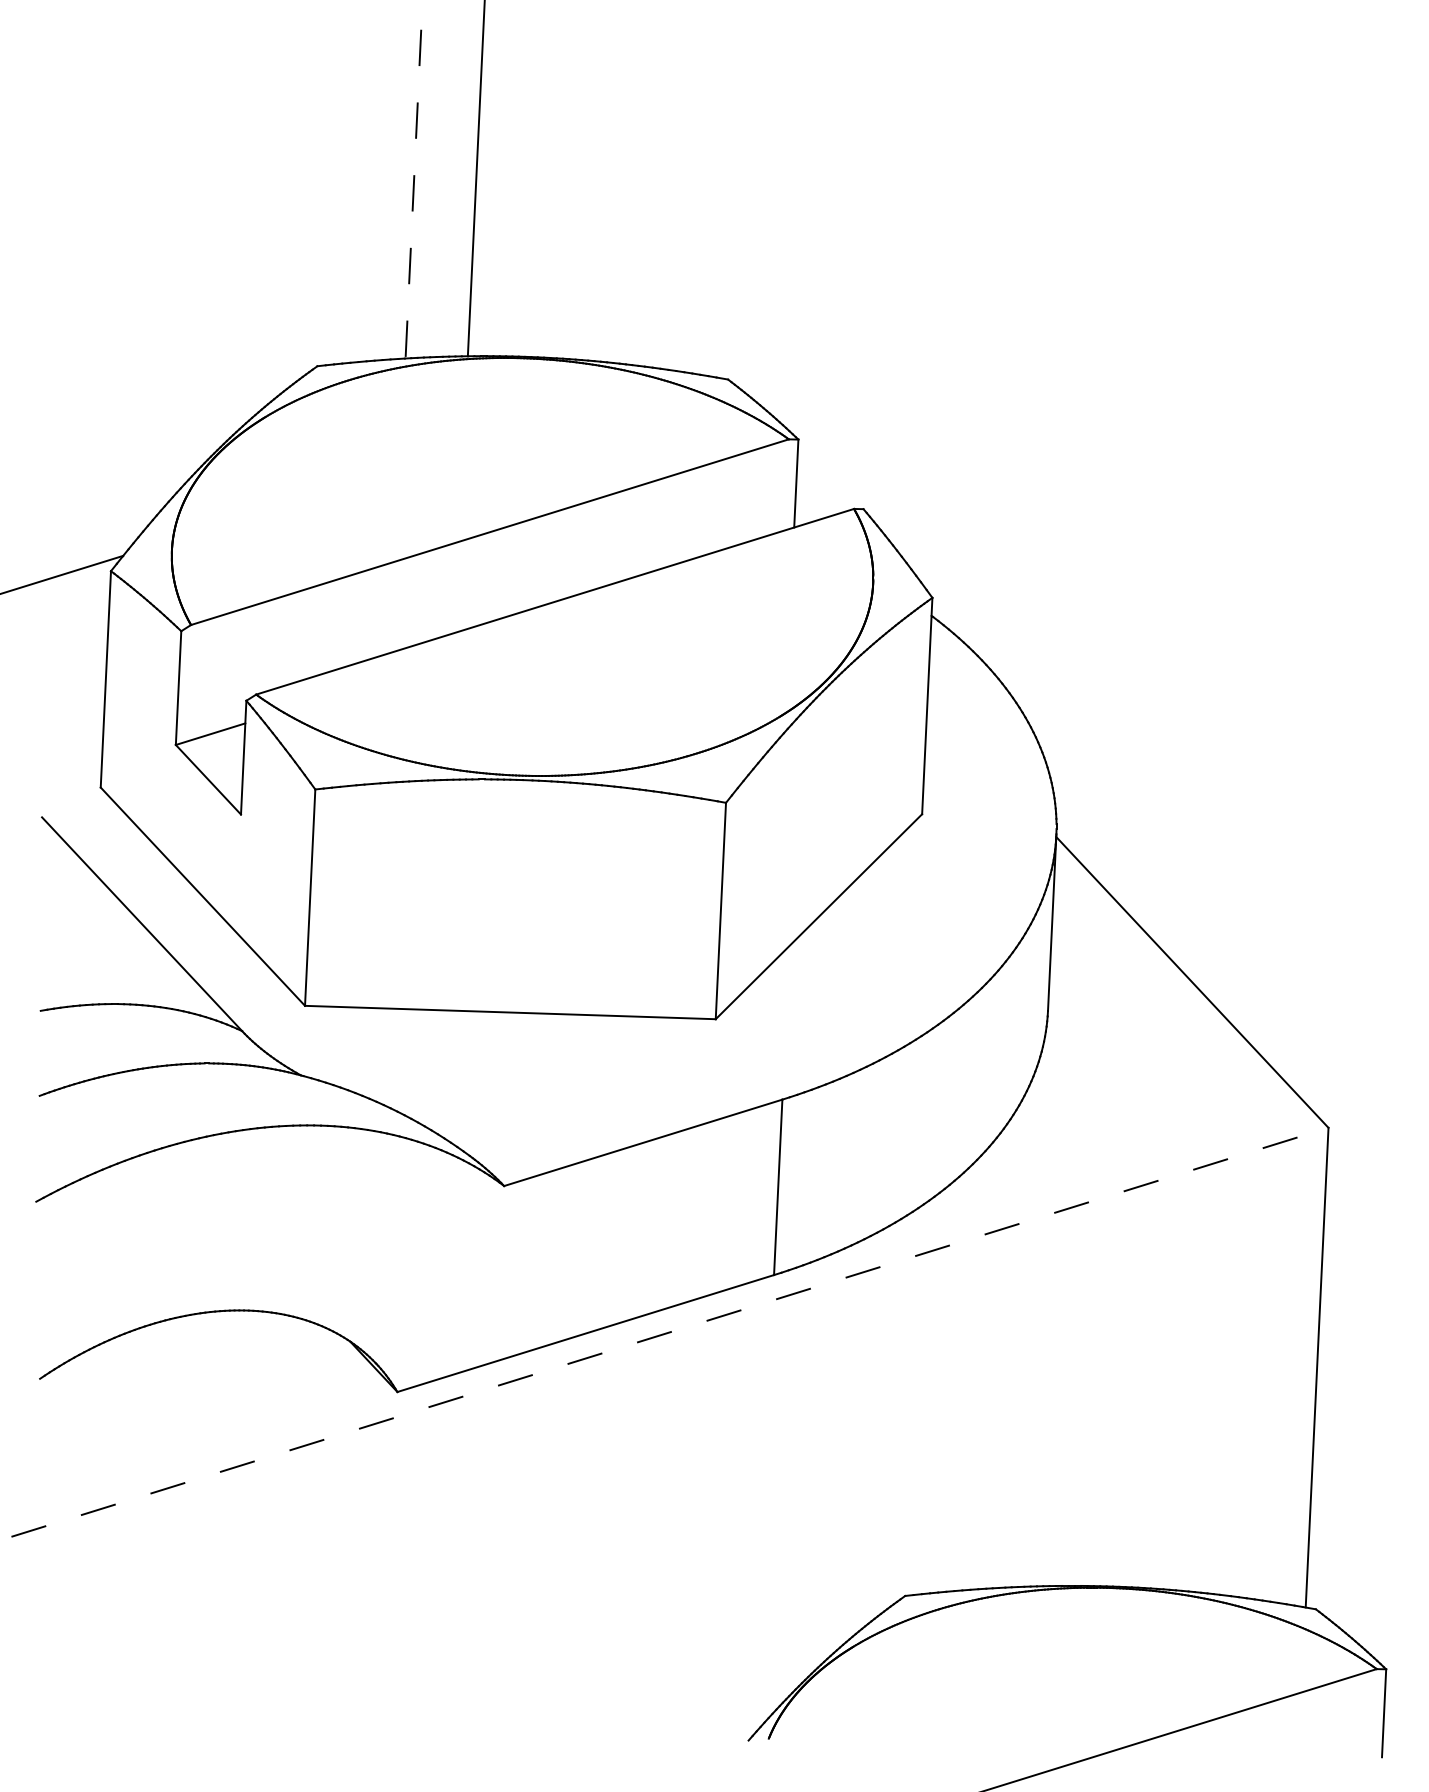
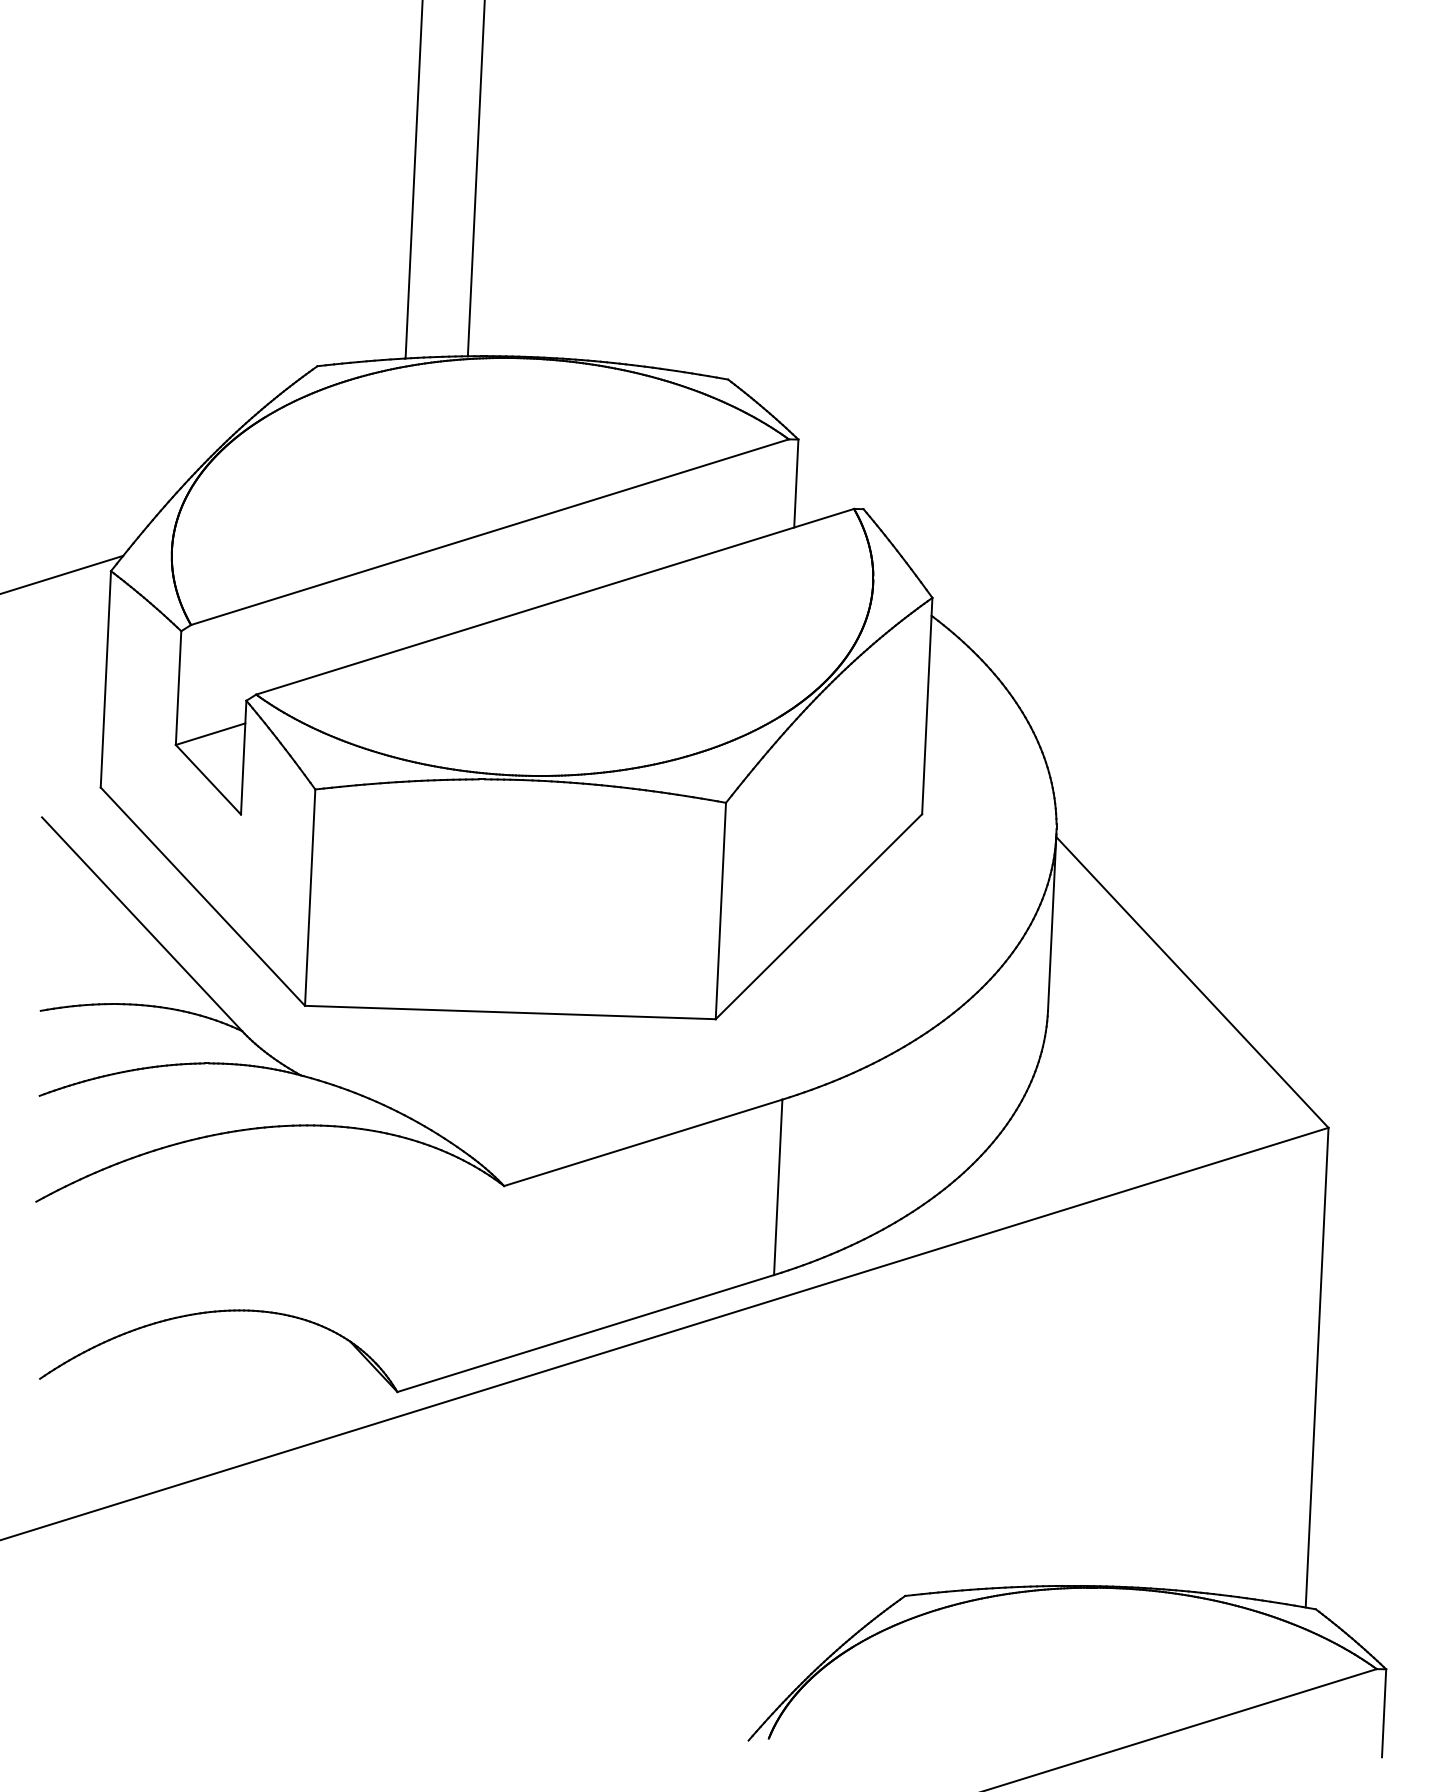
line at (414, 179): dashed -> solid
line at (664, 1333): dashed -> solid
